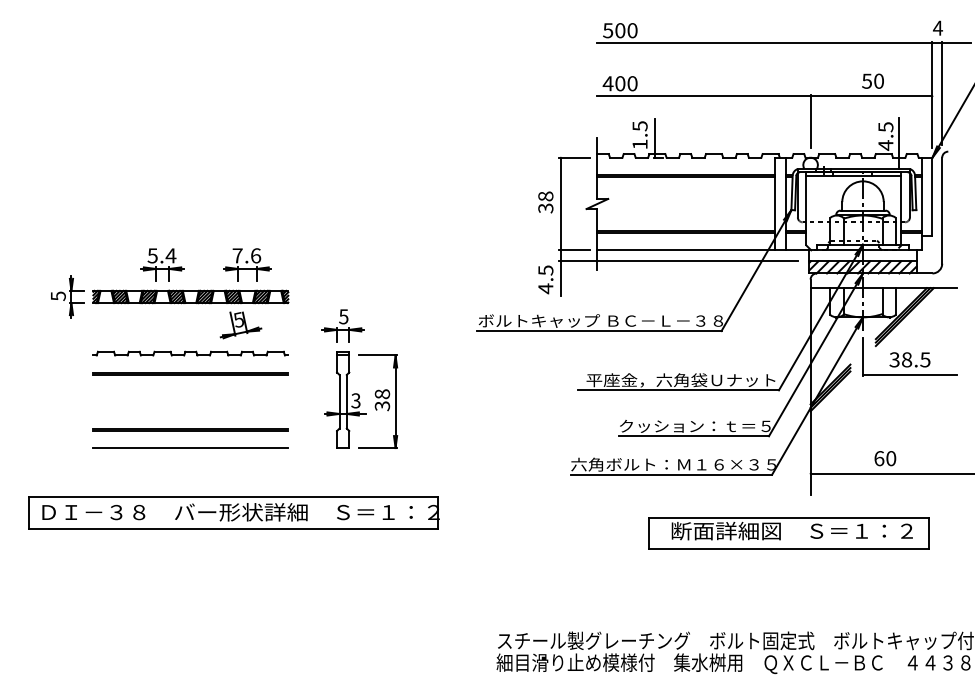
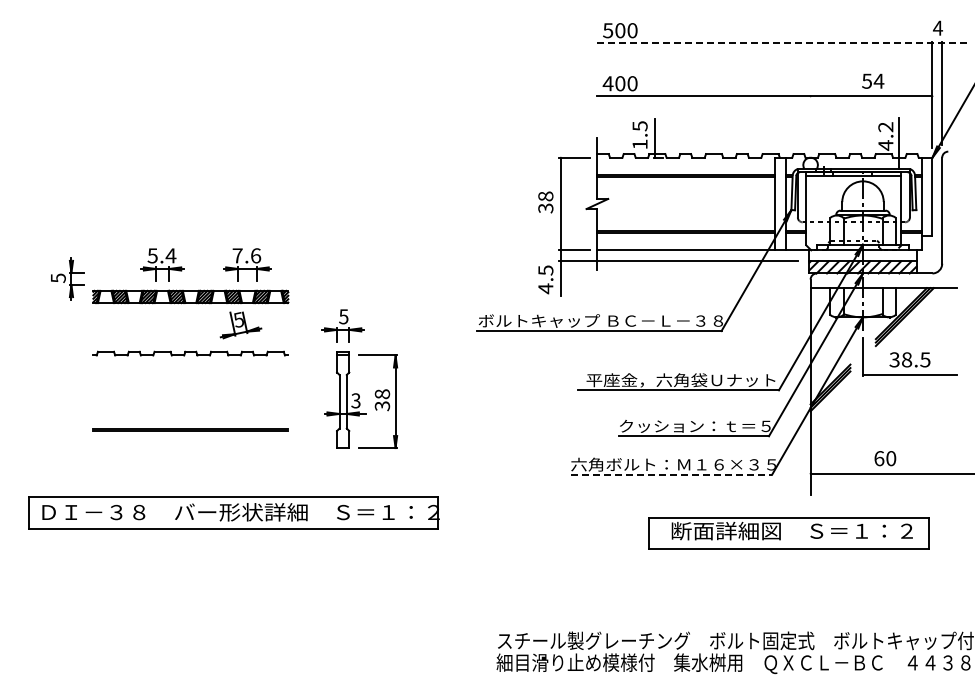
line at (784, 43): solid -> dashed
text at (878, 80): 50 -> 54
line at (810, 120): present -> none
text at (885, 127): 4.5 -> 4.2
part at (67, 296) position: (67, 296) -> (67, 278)
line at (190, 373): present -> none
line at (190, 448): present -> none
line at (671, 474): solid -> dashed
